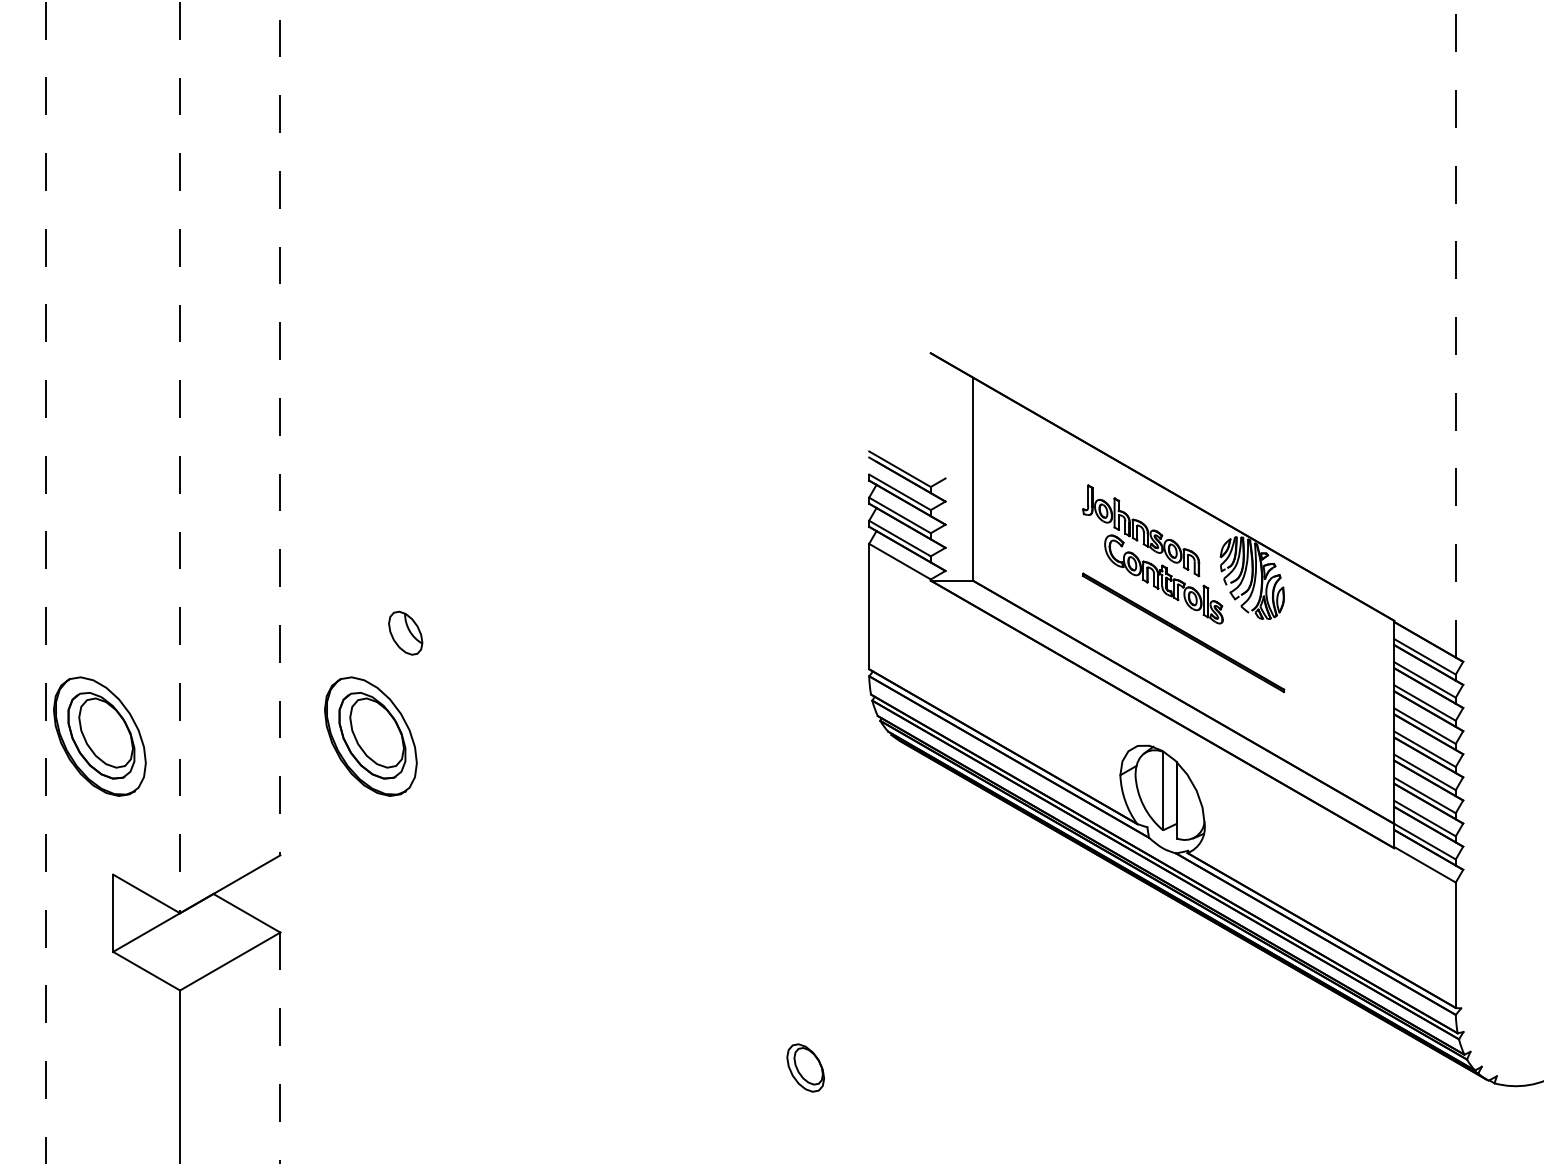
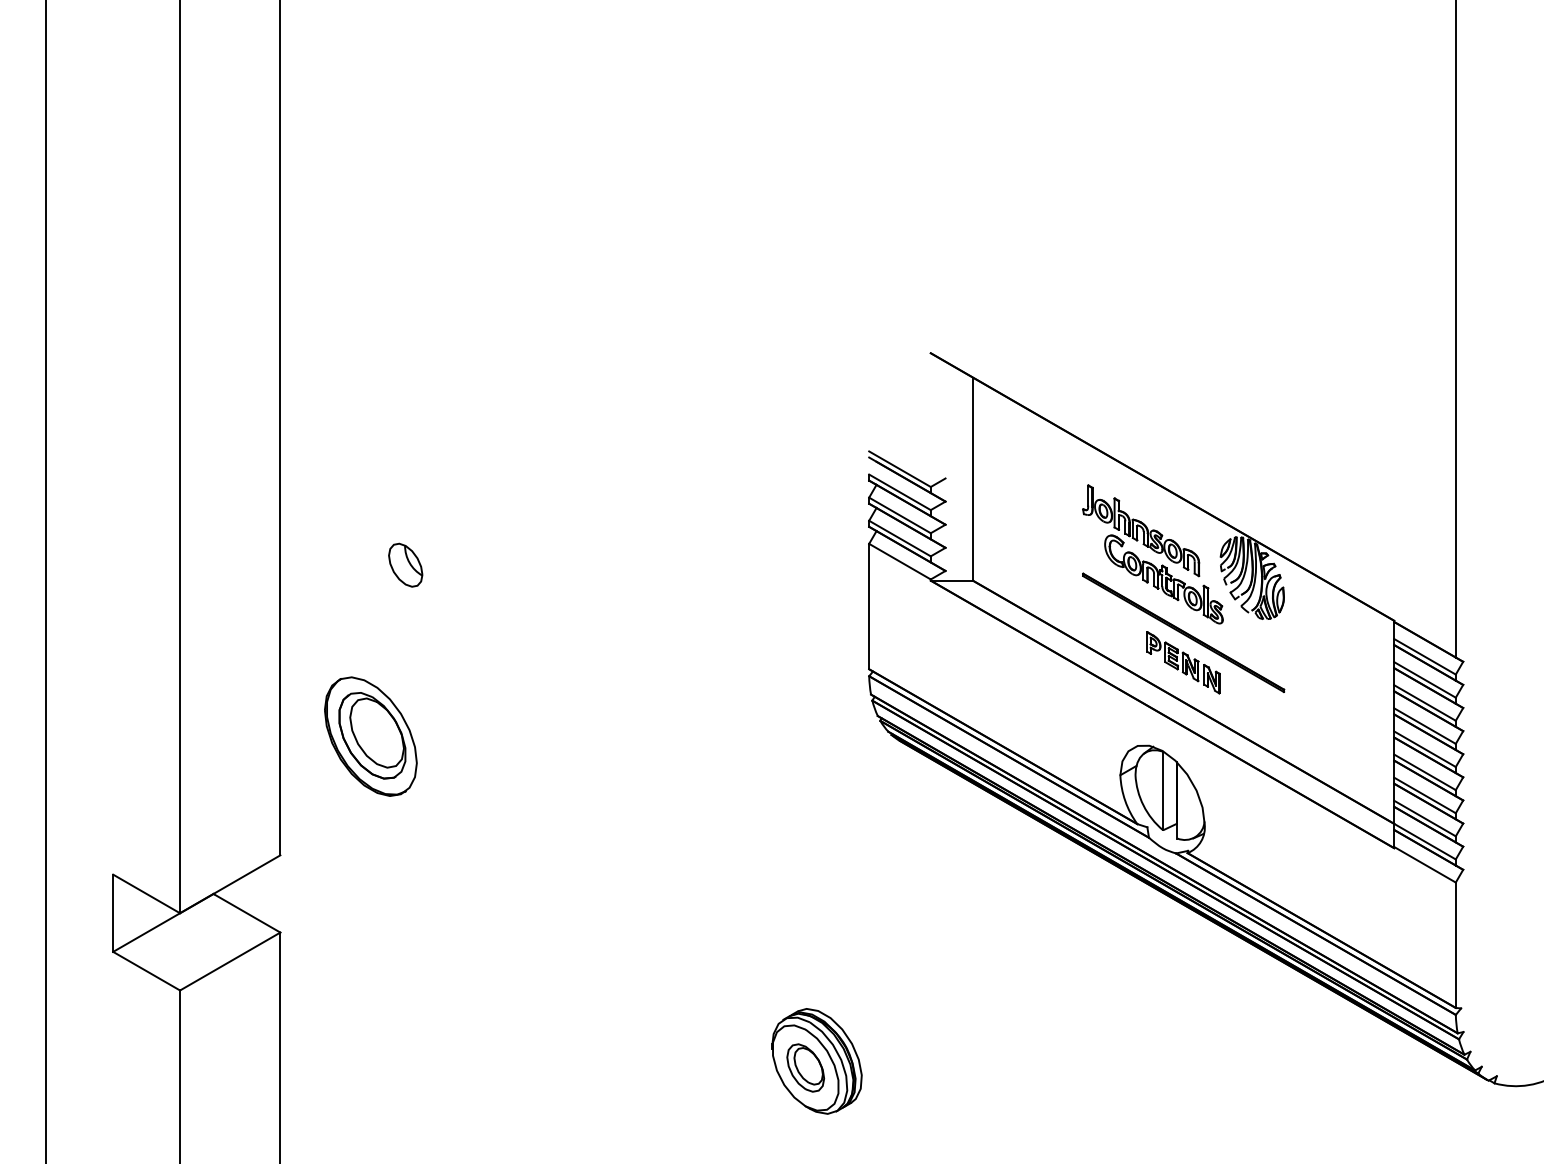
line at (1455, 328): dashed -> solid
line at (280, 428): dashed -> solid
line at (180, 457): dashed -> solid
line at (46, 581): dashed -> solid
part at (405, 632) position: (405, 632) -> (405, 564)
part at (1183, 662): none -> present
part at (99, 736): present -> none
line at (280, 1048): dashed -> solid
part at (816, 1061): none -> present
